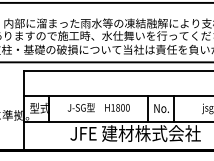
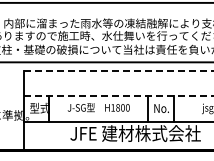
line at (118, 70): solid -> dashed
line at (118, 96): solid -> dashed
